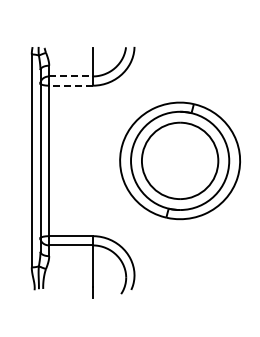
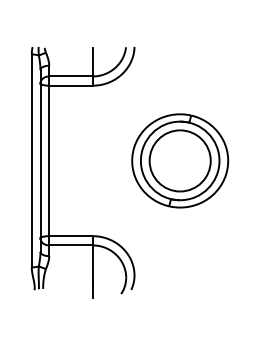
line at (71, 76): dashed -> solid
line at (71, 85): dashed -> solid
part at (179, 160) size: 122x120 px -> 99x96 px
